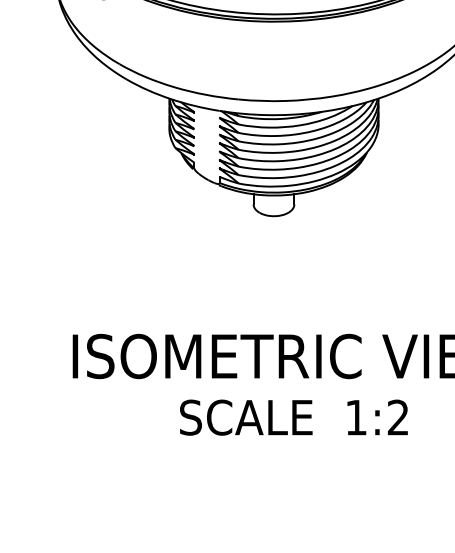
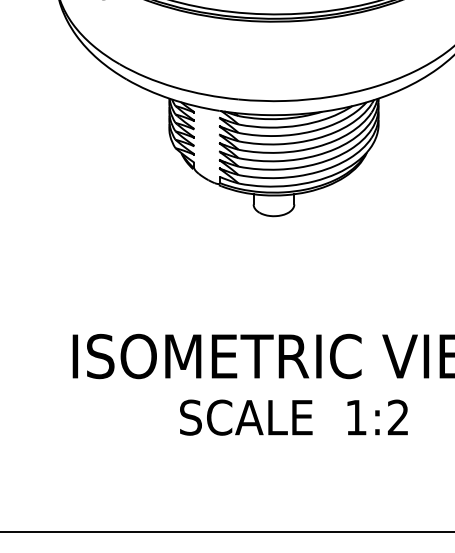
line at (226, 531): none -> present
